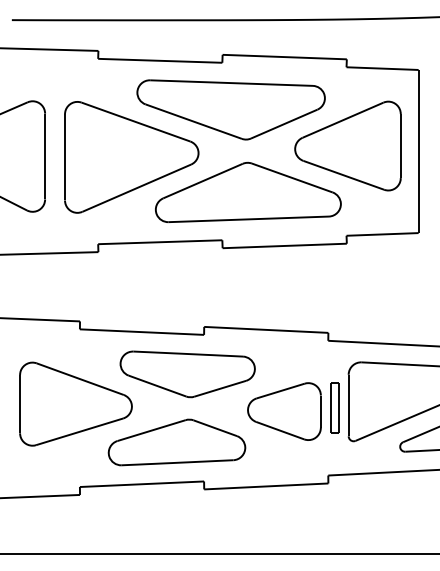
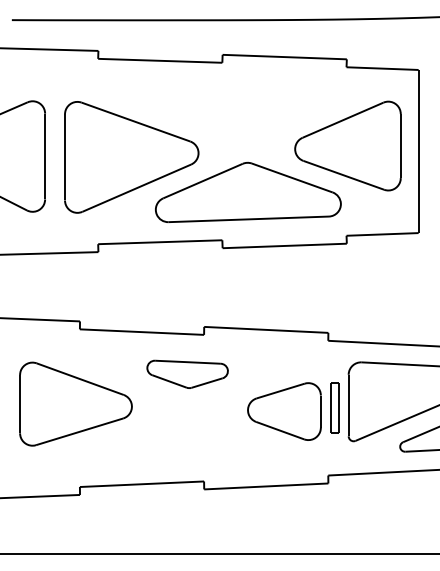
part at (230, 109): present -> none
part at (187, 374) size: 137x49 px -> 83x30 px
part at (176, 442): present -> none
